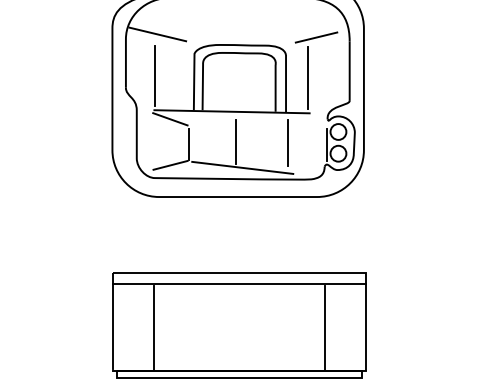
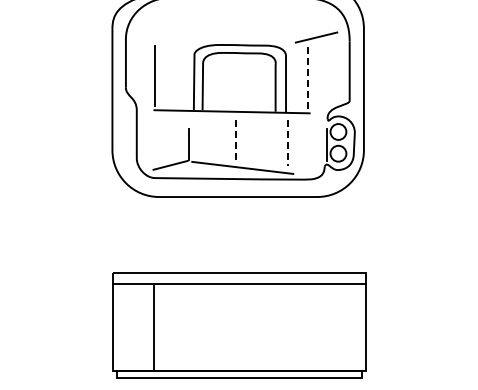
line at (157, 34): present -> none
line at (307, 77): solid -> dashed
line at (170, 119): present -> none
line at (235, 142): solid -> dashed
line at (288, 143): solid -> dashed
line at (324, 327): present -> none
